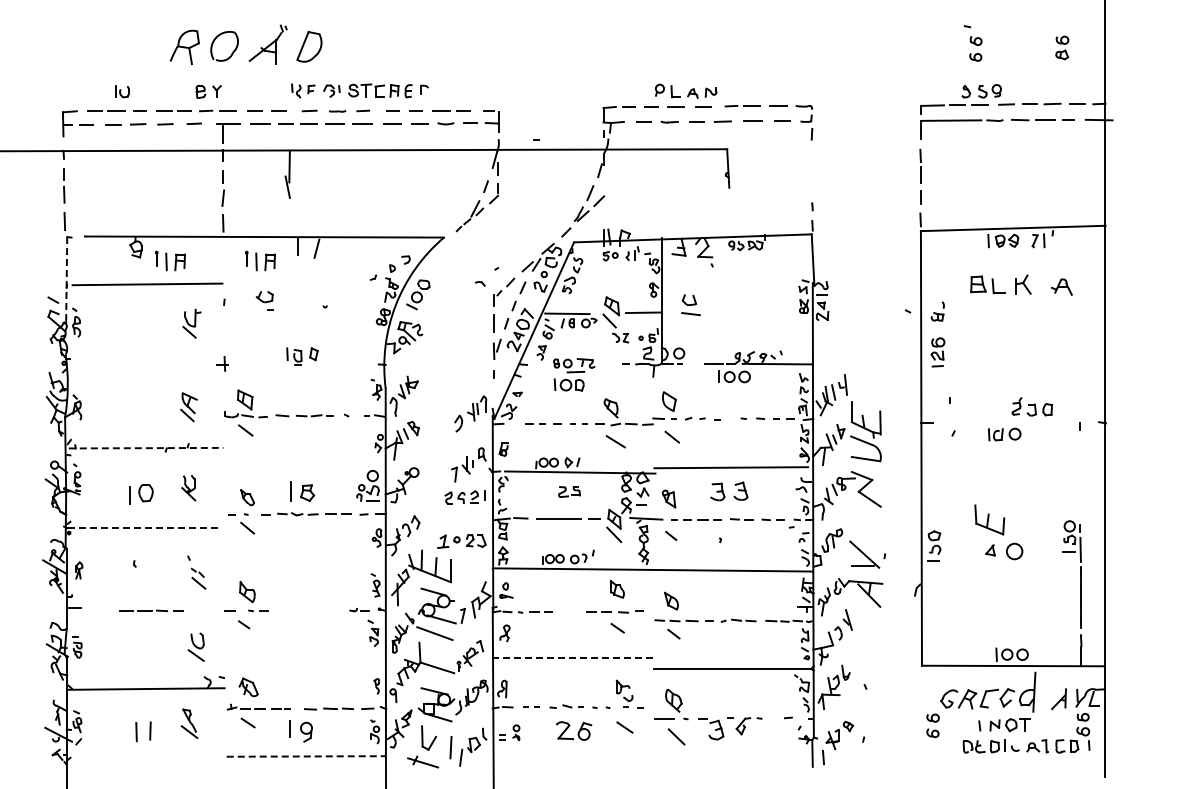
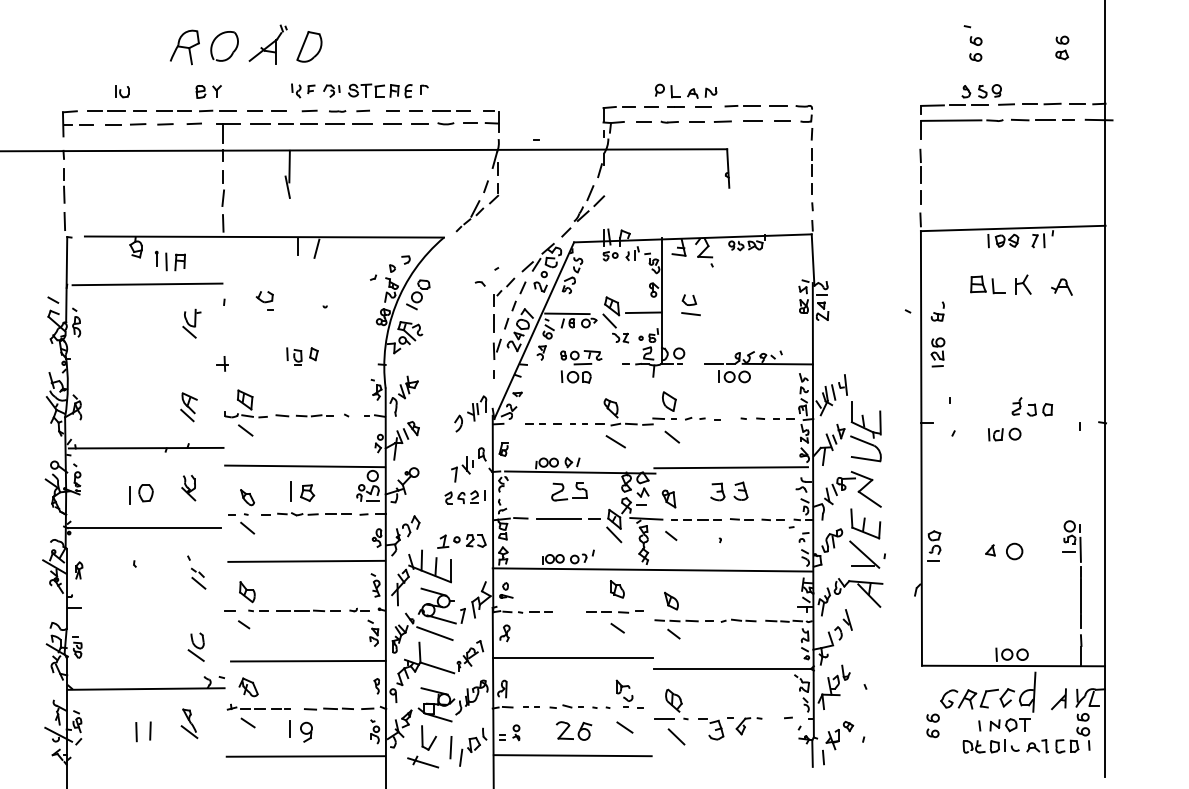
line at (811, 171): none -> present
part at (260, 260): present -> none
line at (66, 279): dashed -> solid
part at (574, 374) position: (574, 374) -> (581, 366)
line at (146, 448): dashed -> solid
line at (305, 466): none -> present
part at (569, 491) size: 23x12 px -> 37x20 px
part at (989, 519) position: (989, 519) -> (865, 523)
line at (144, 528): dashed -> solid
line at (306, 560): none -> present
part at (151, 610) position: (151, 610) -> (308, 610)
line at (572, 658): dashed -> solid
line at (308, 660): none -> present
line at (572, 755): none -> present
line at (306, 756): dashed -> solid
